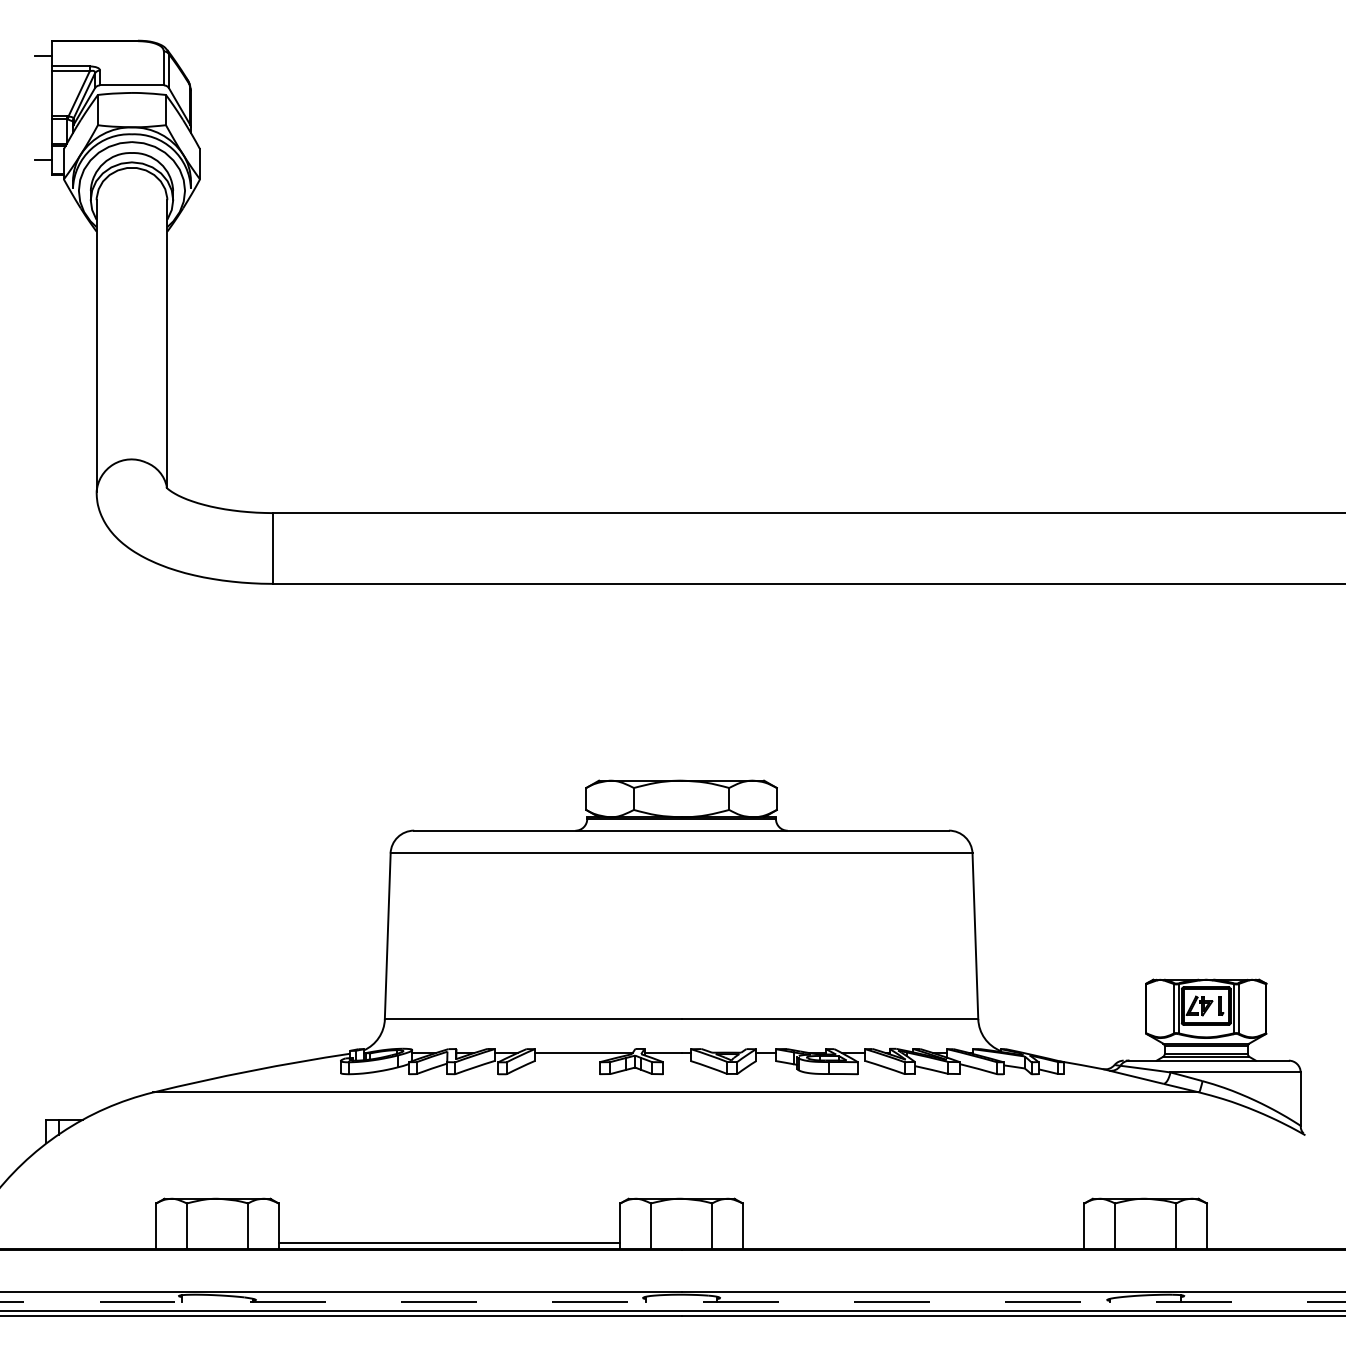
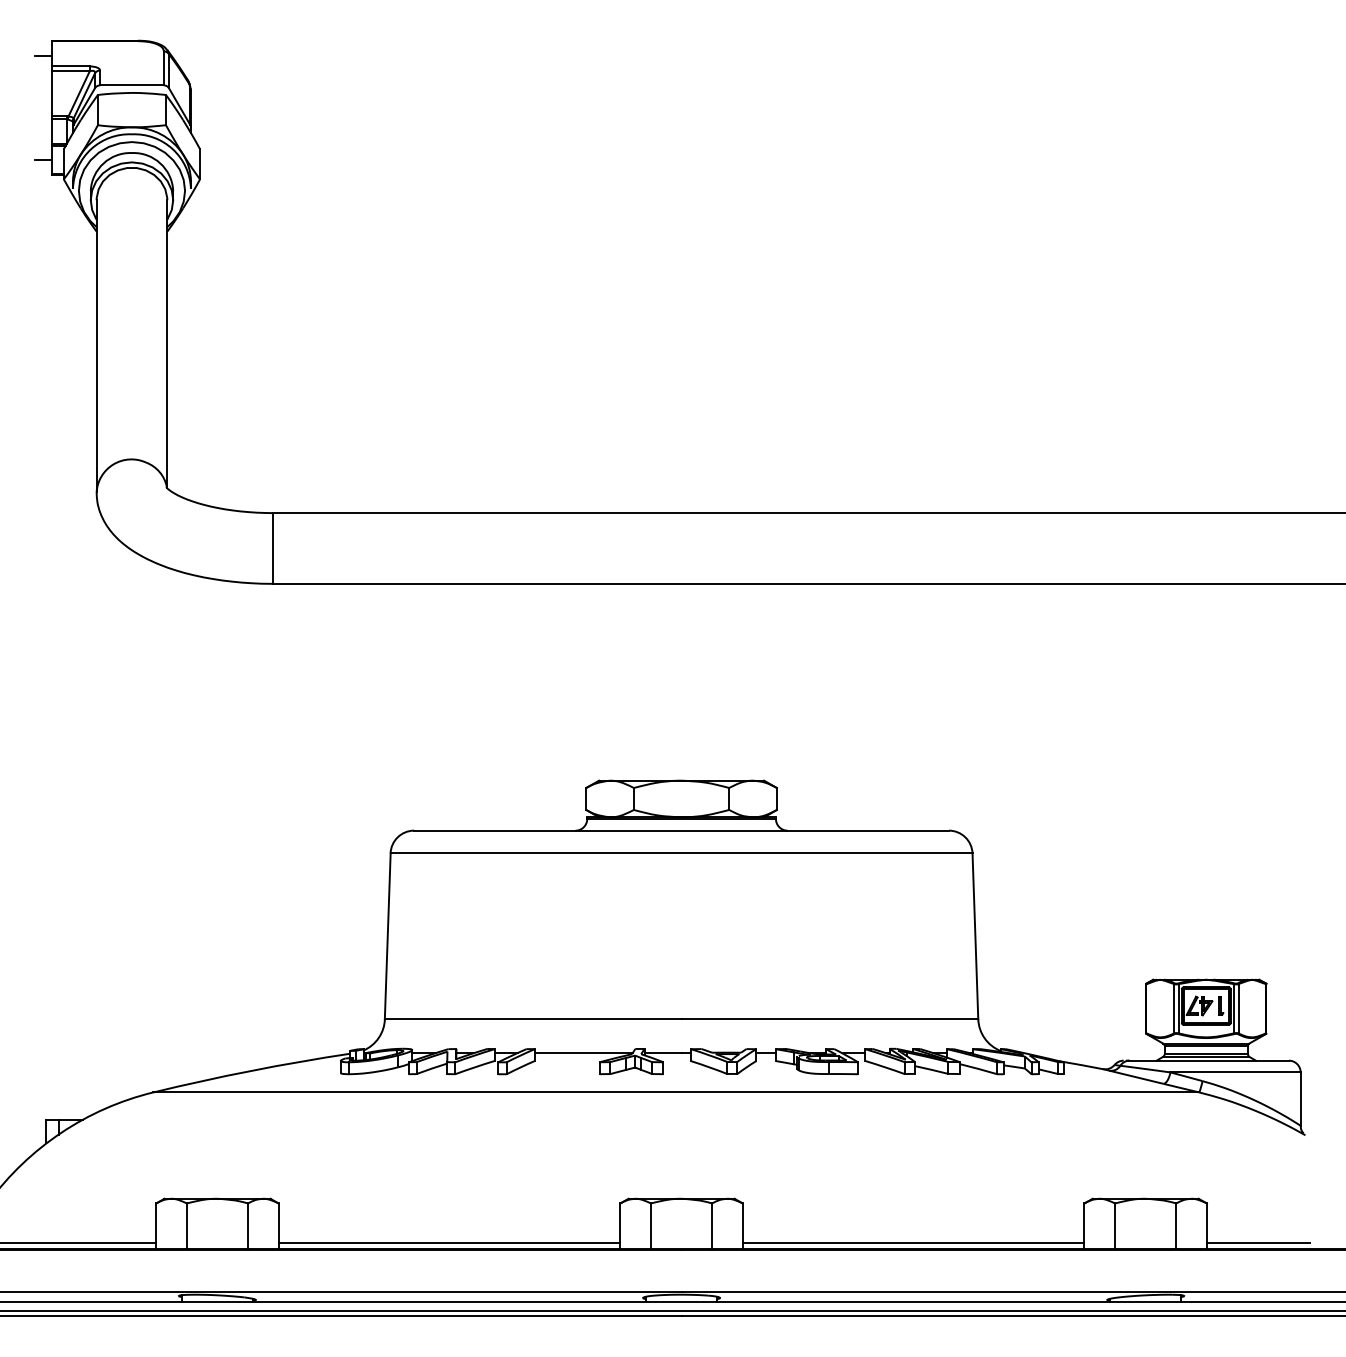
line at (79, 1242): none -> present
line at (913, 1242): none -> present
line at (1257, 1242): none -> present
line at (672, 1302): dashed -> solid
